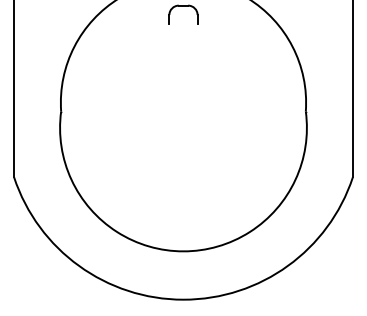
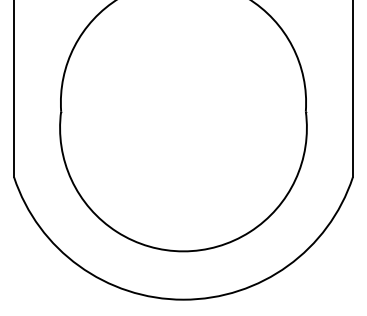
part at (183, 6): present -> none
